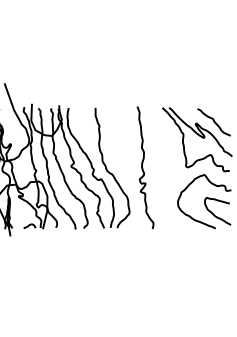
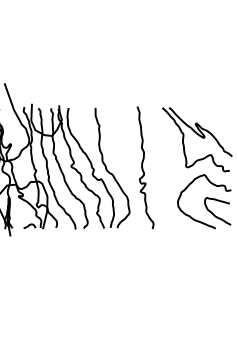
curve at (213, 122): present -> none
